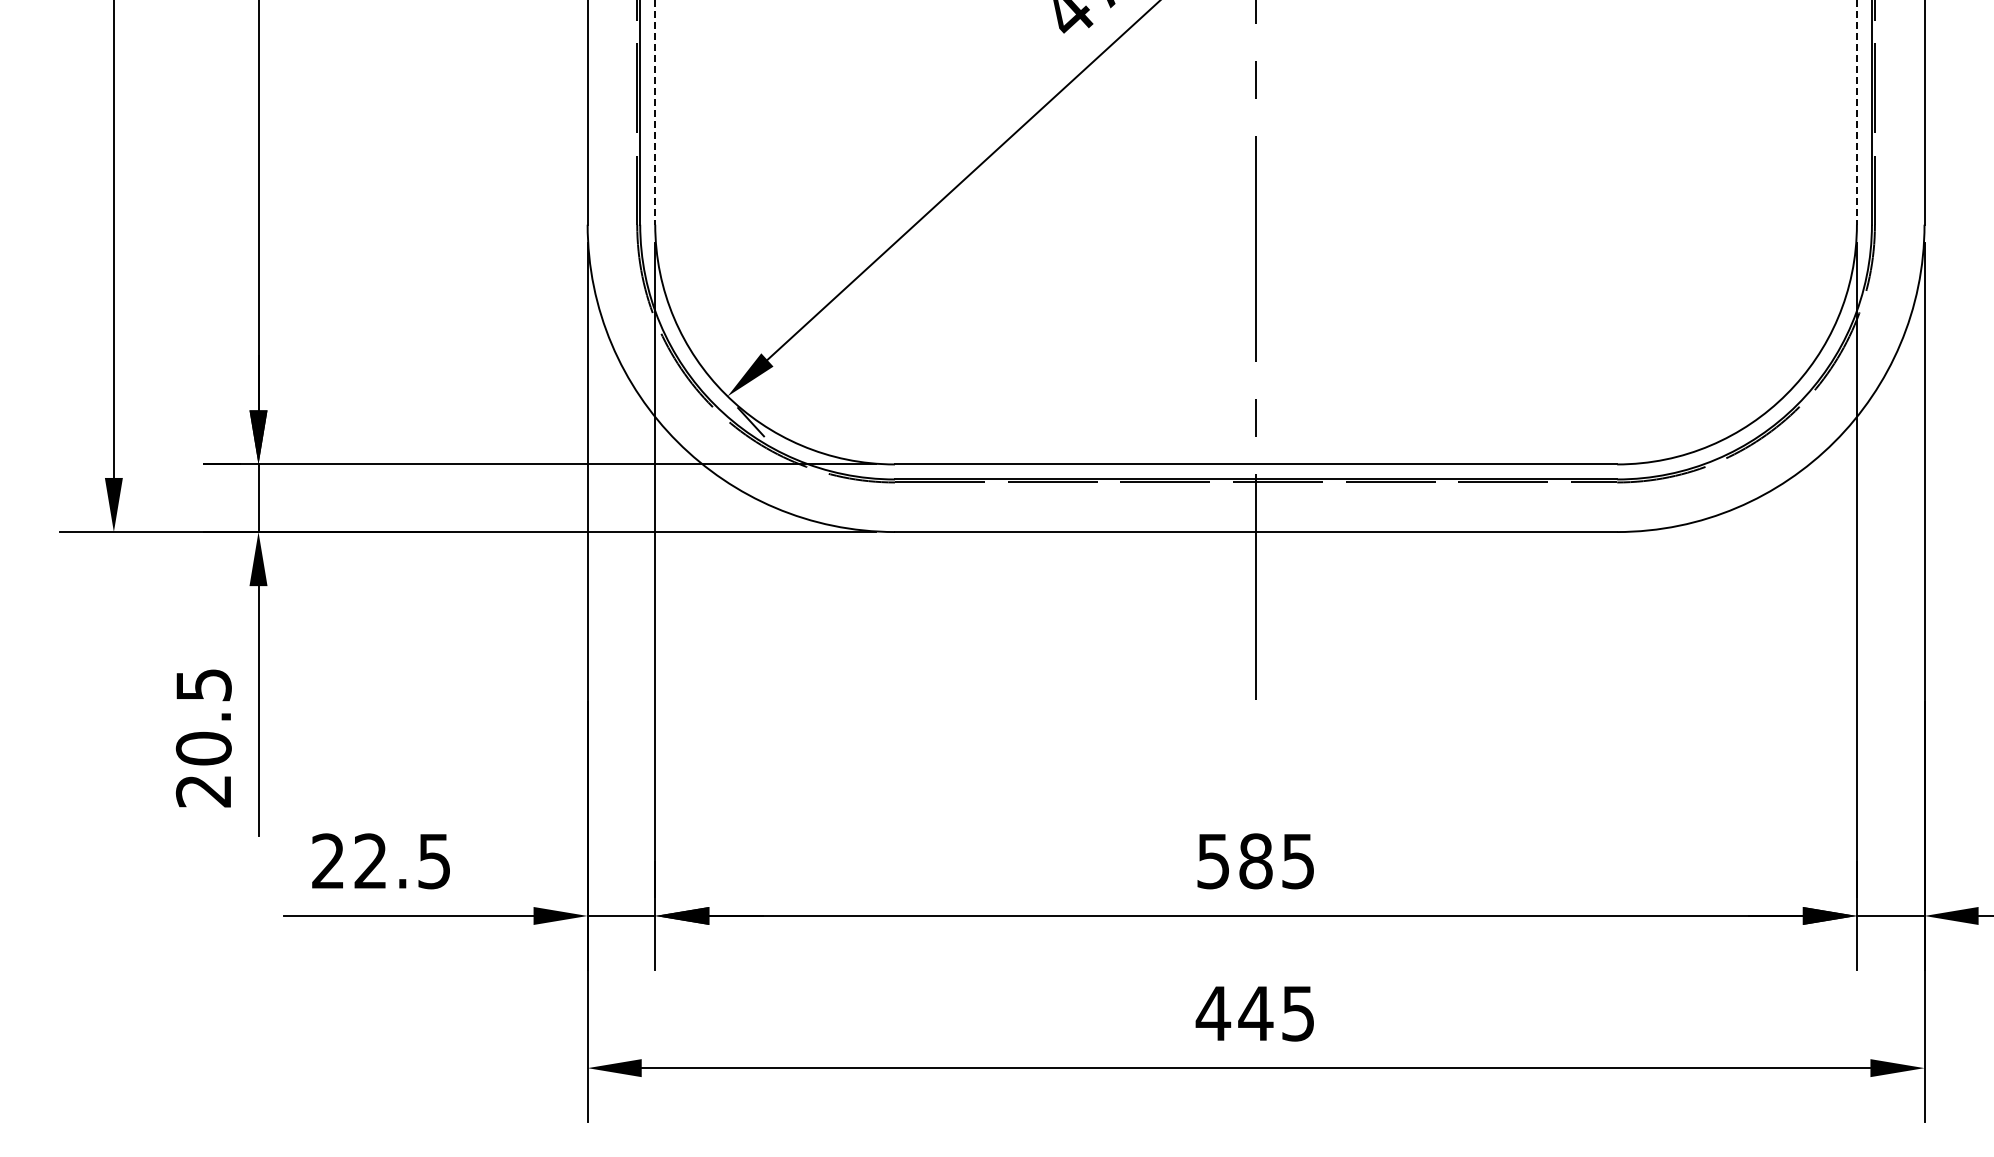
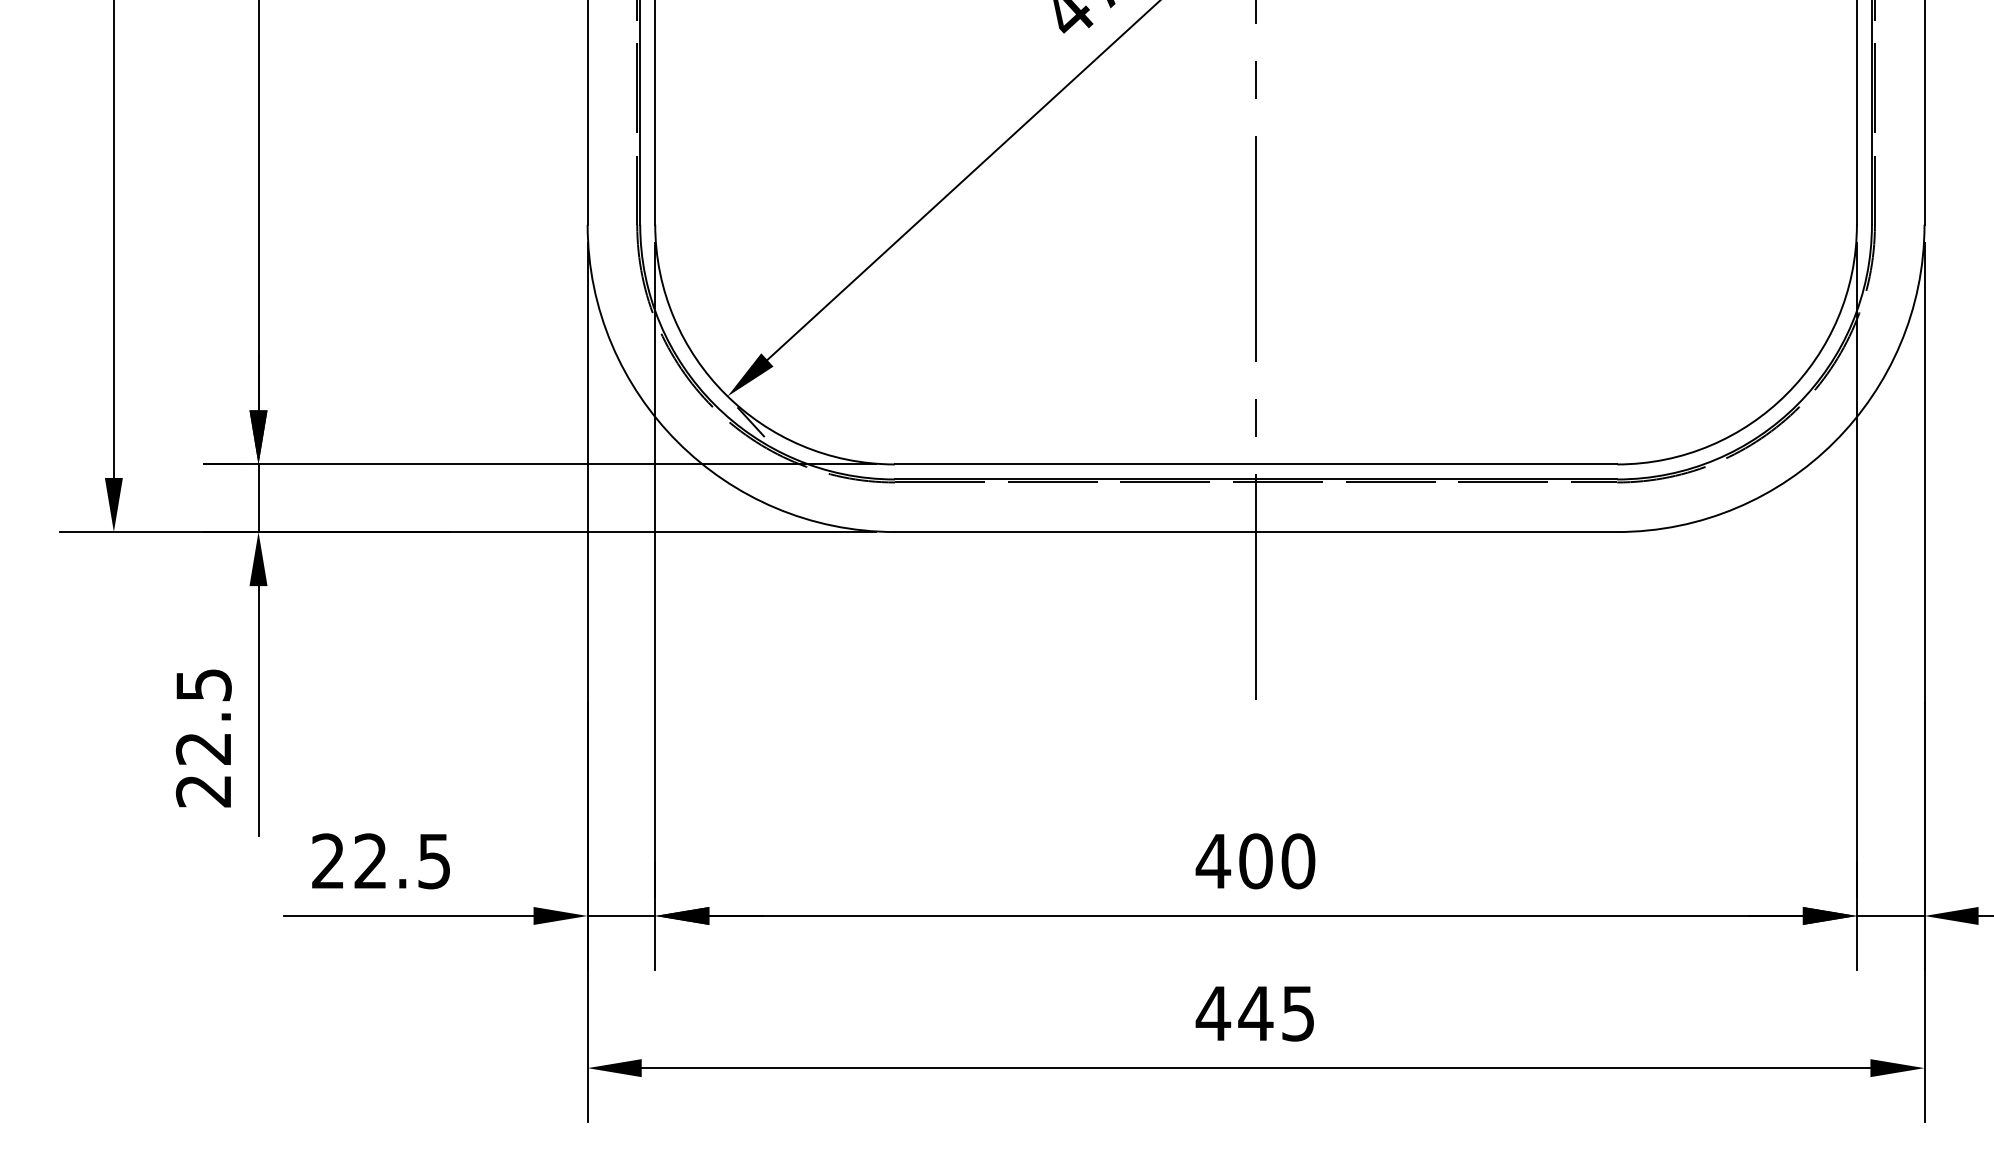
line at (655, 112): dashed -> solid
line at (1856, 112): dashed -> solid
text at (203, 748): 20.5 -> 22.5
text at (1255, 861): 585 -> 400
